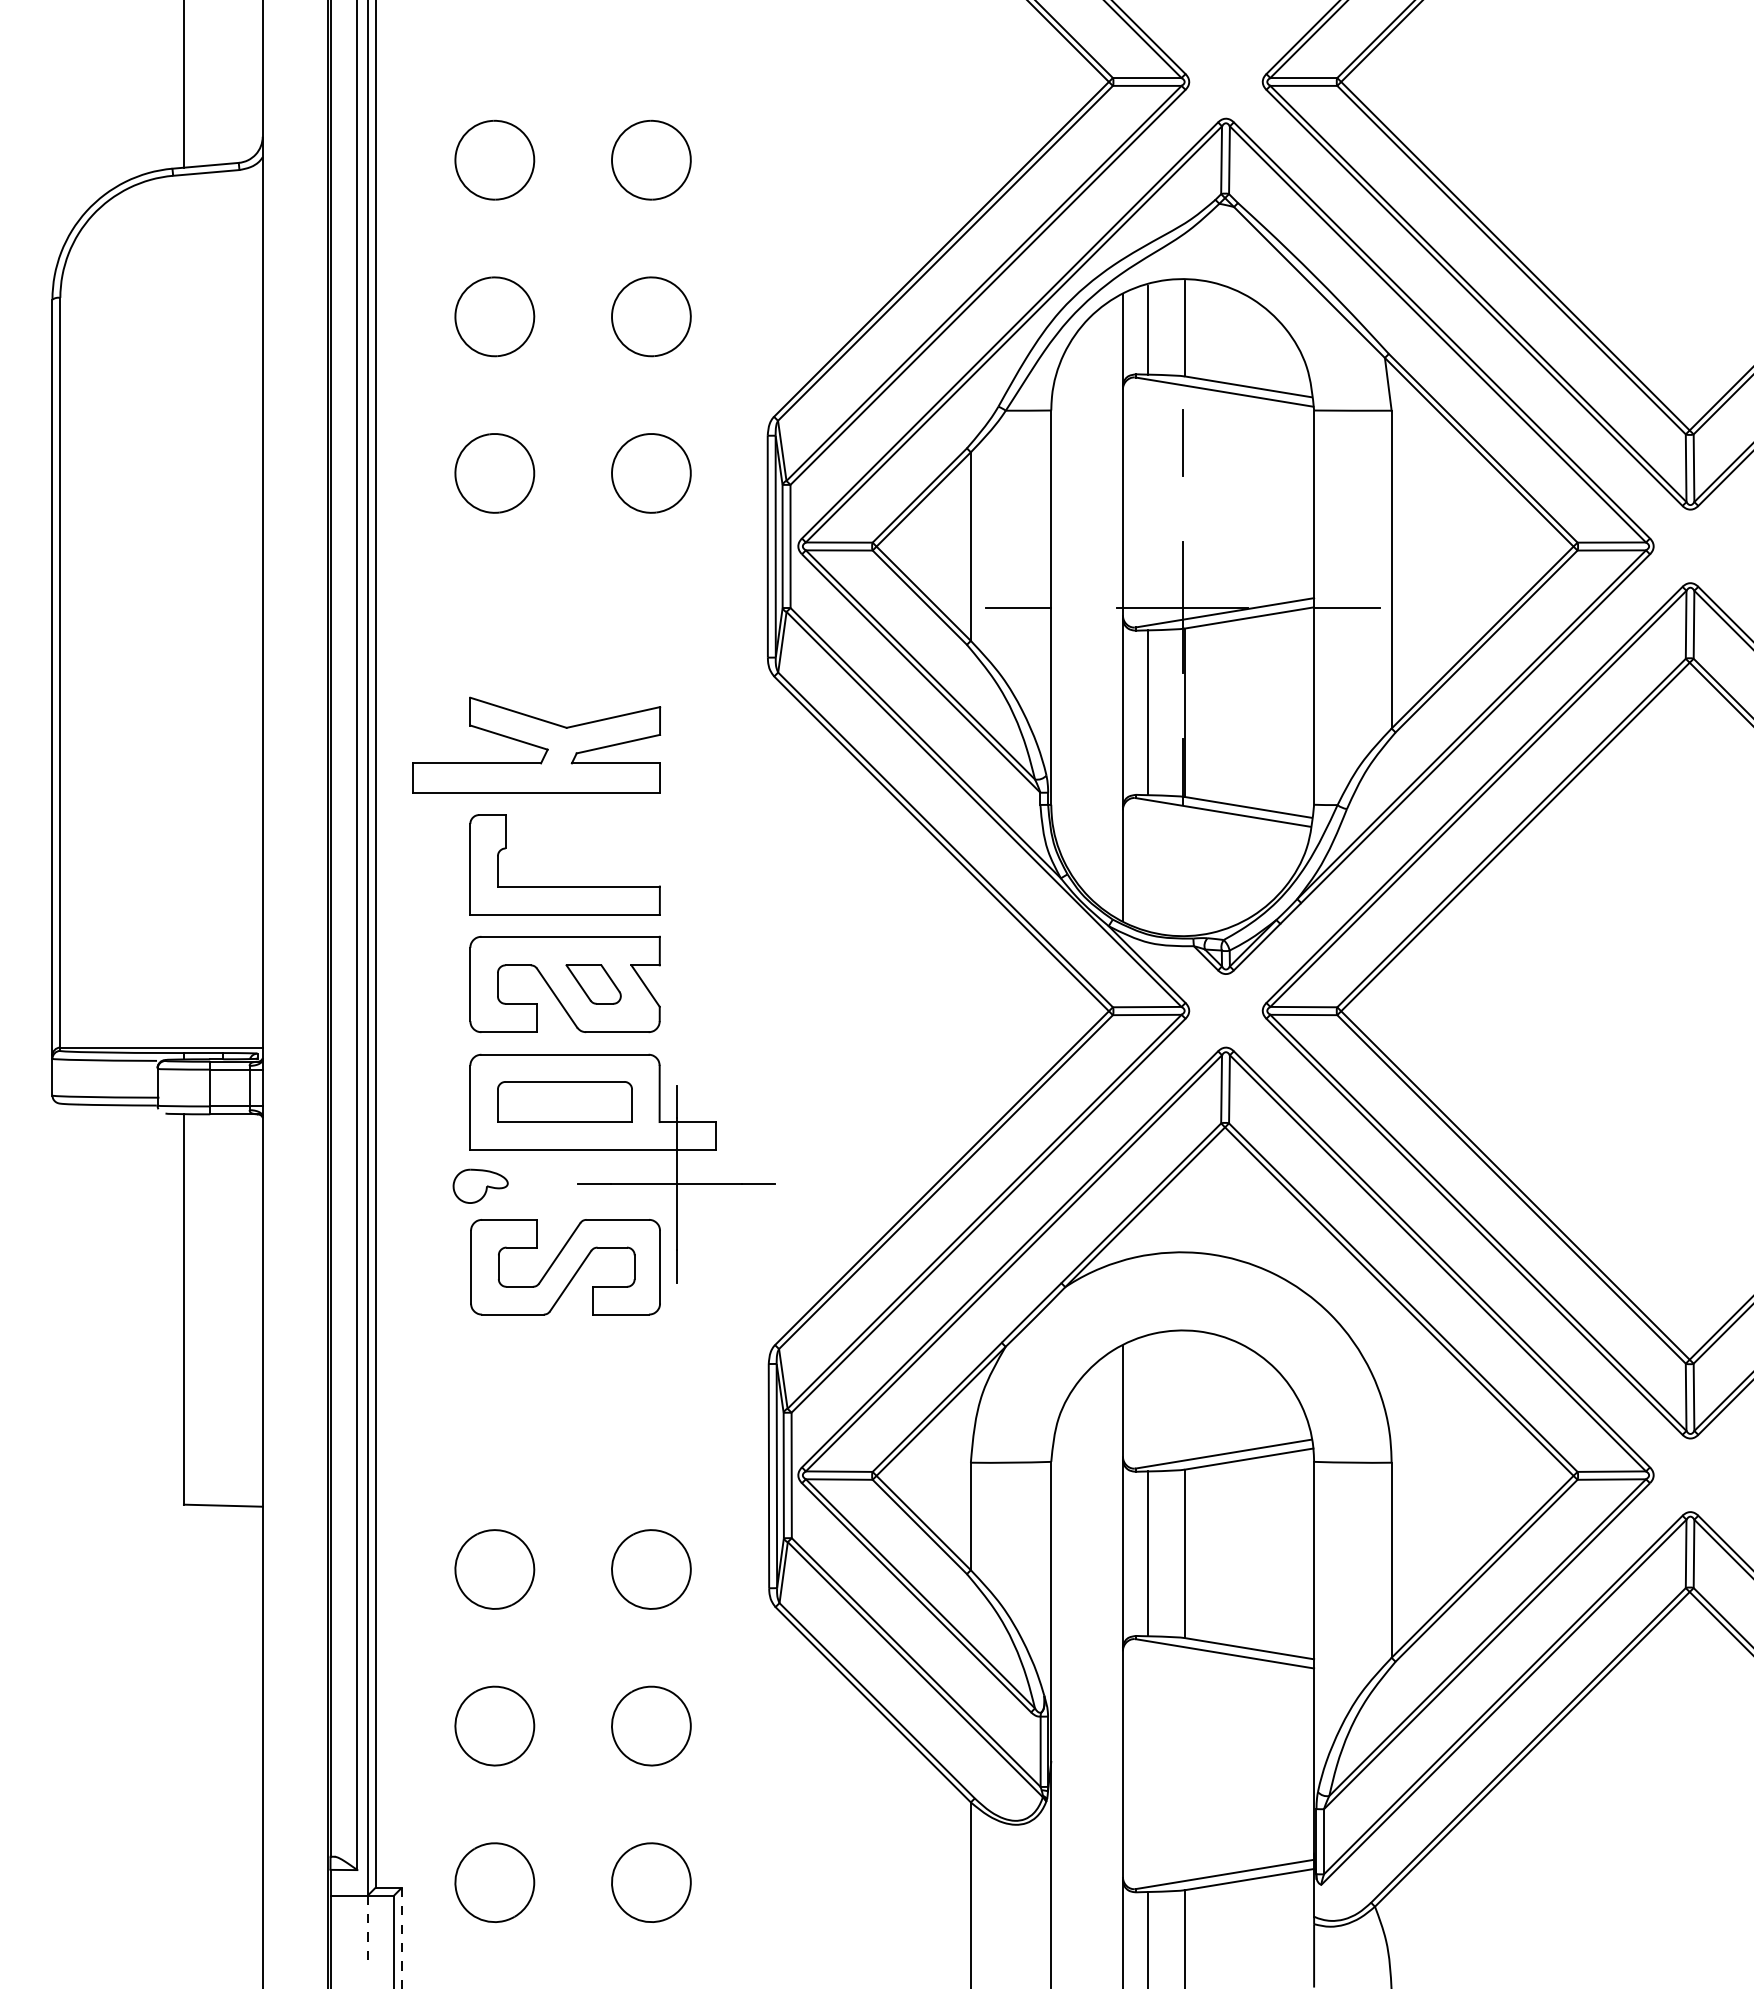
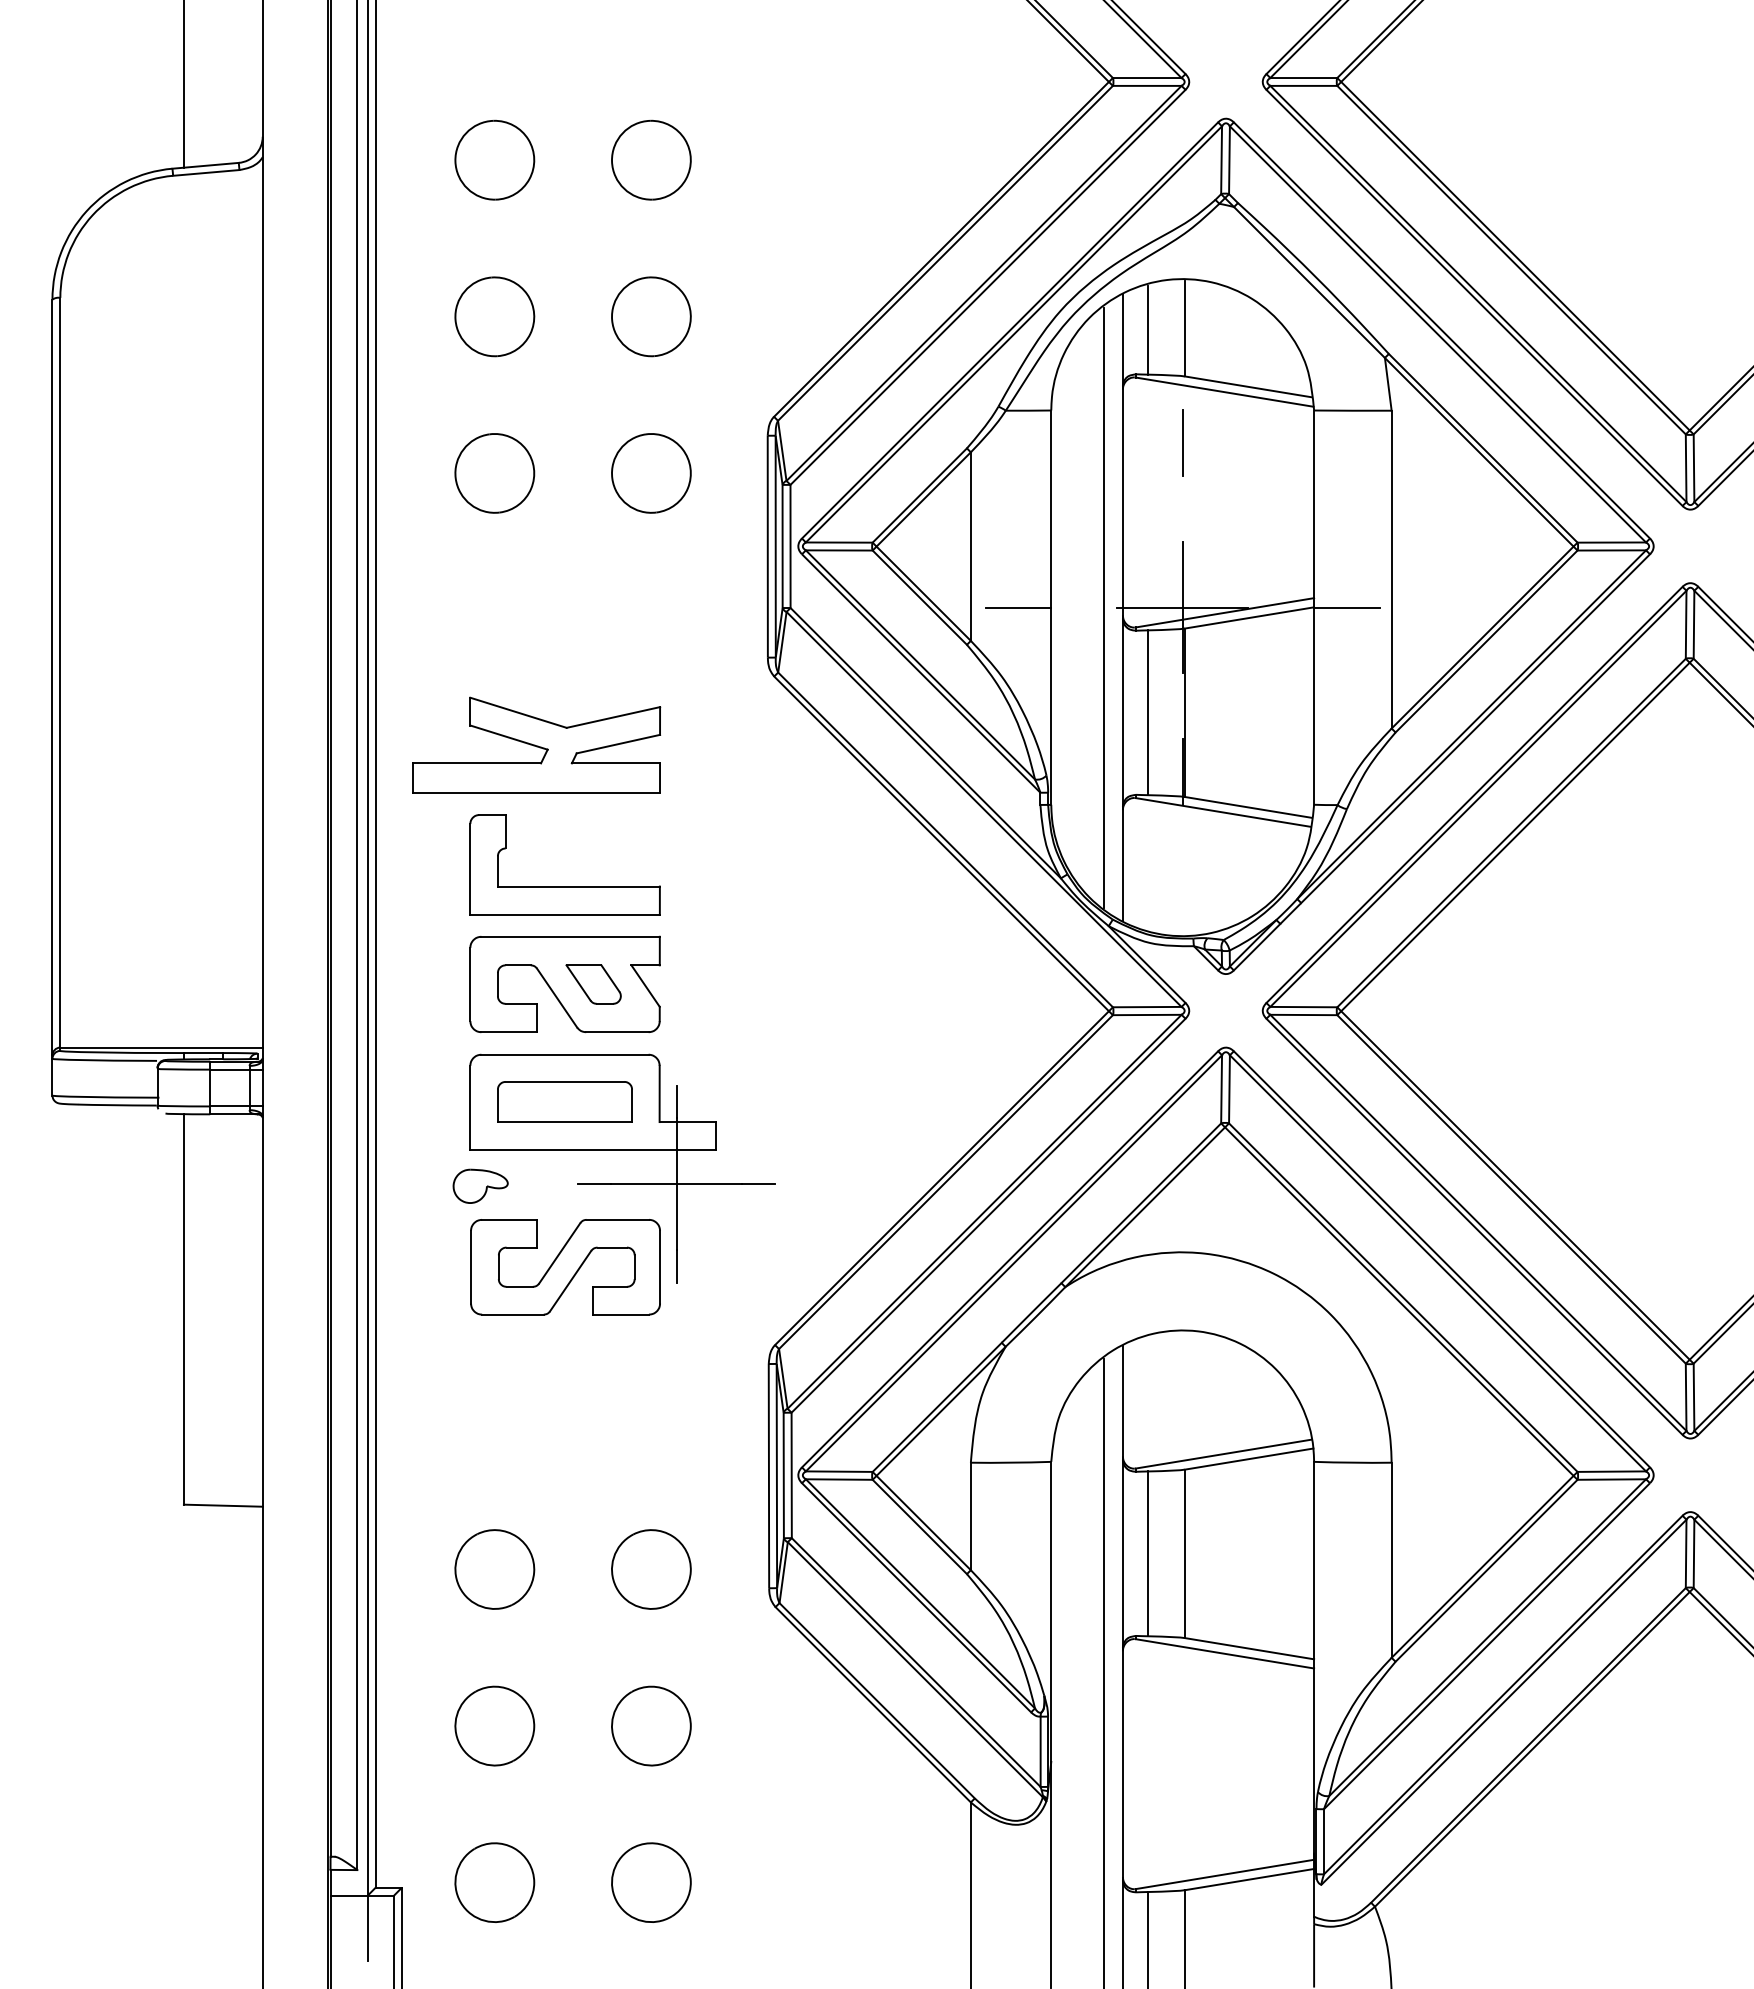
line at (1103, 607): none -> present
line at (1103, 1671): none -> present
line at (367, 1928): dashed -> solid
line at (401, 1938): dashed -> solid
